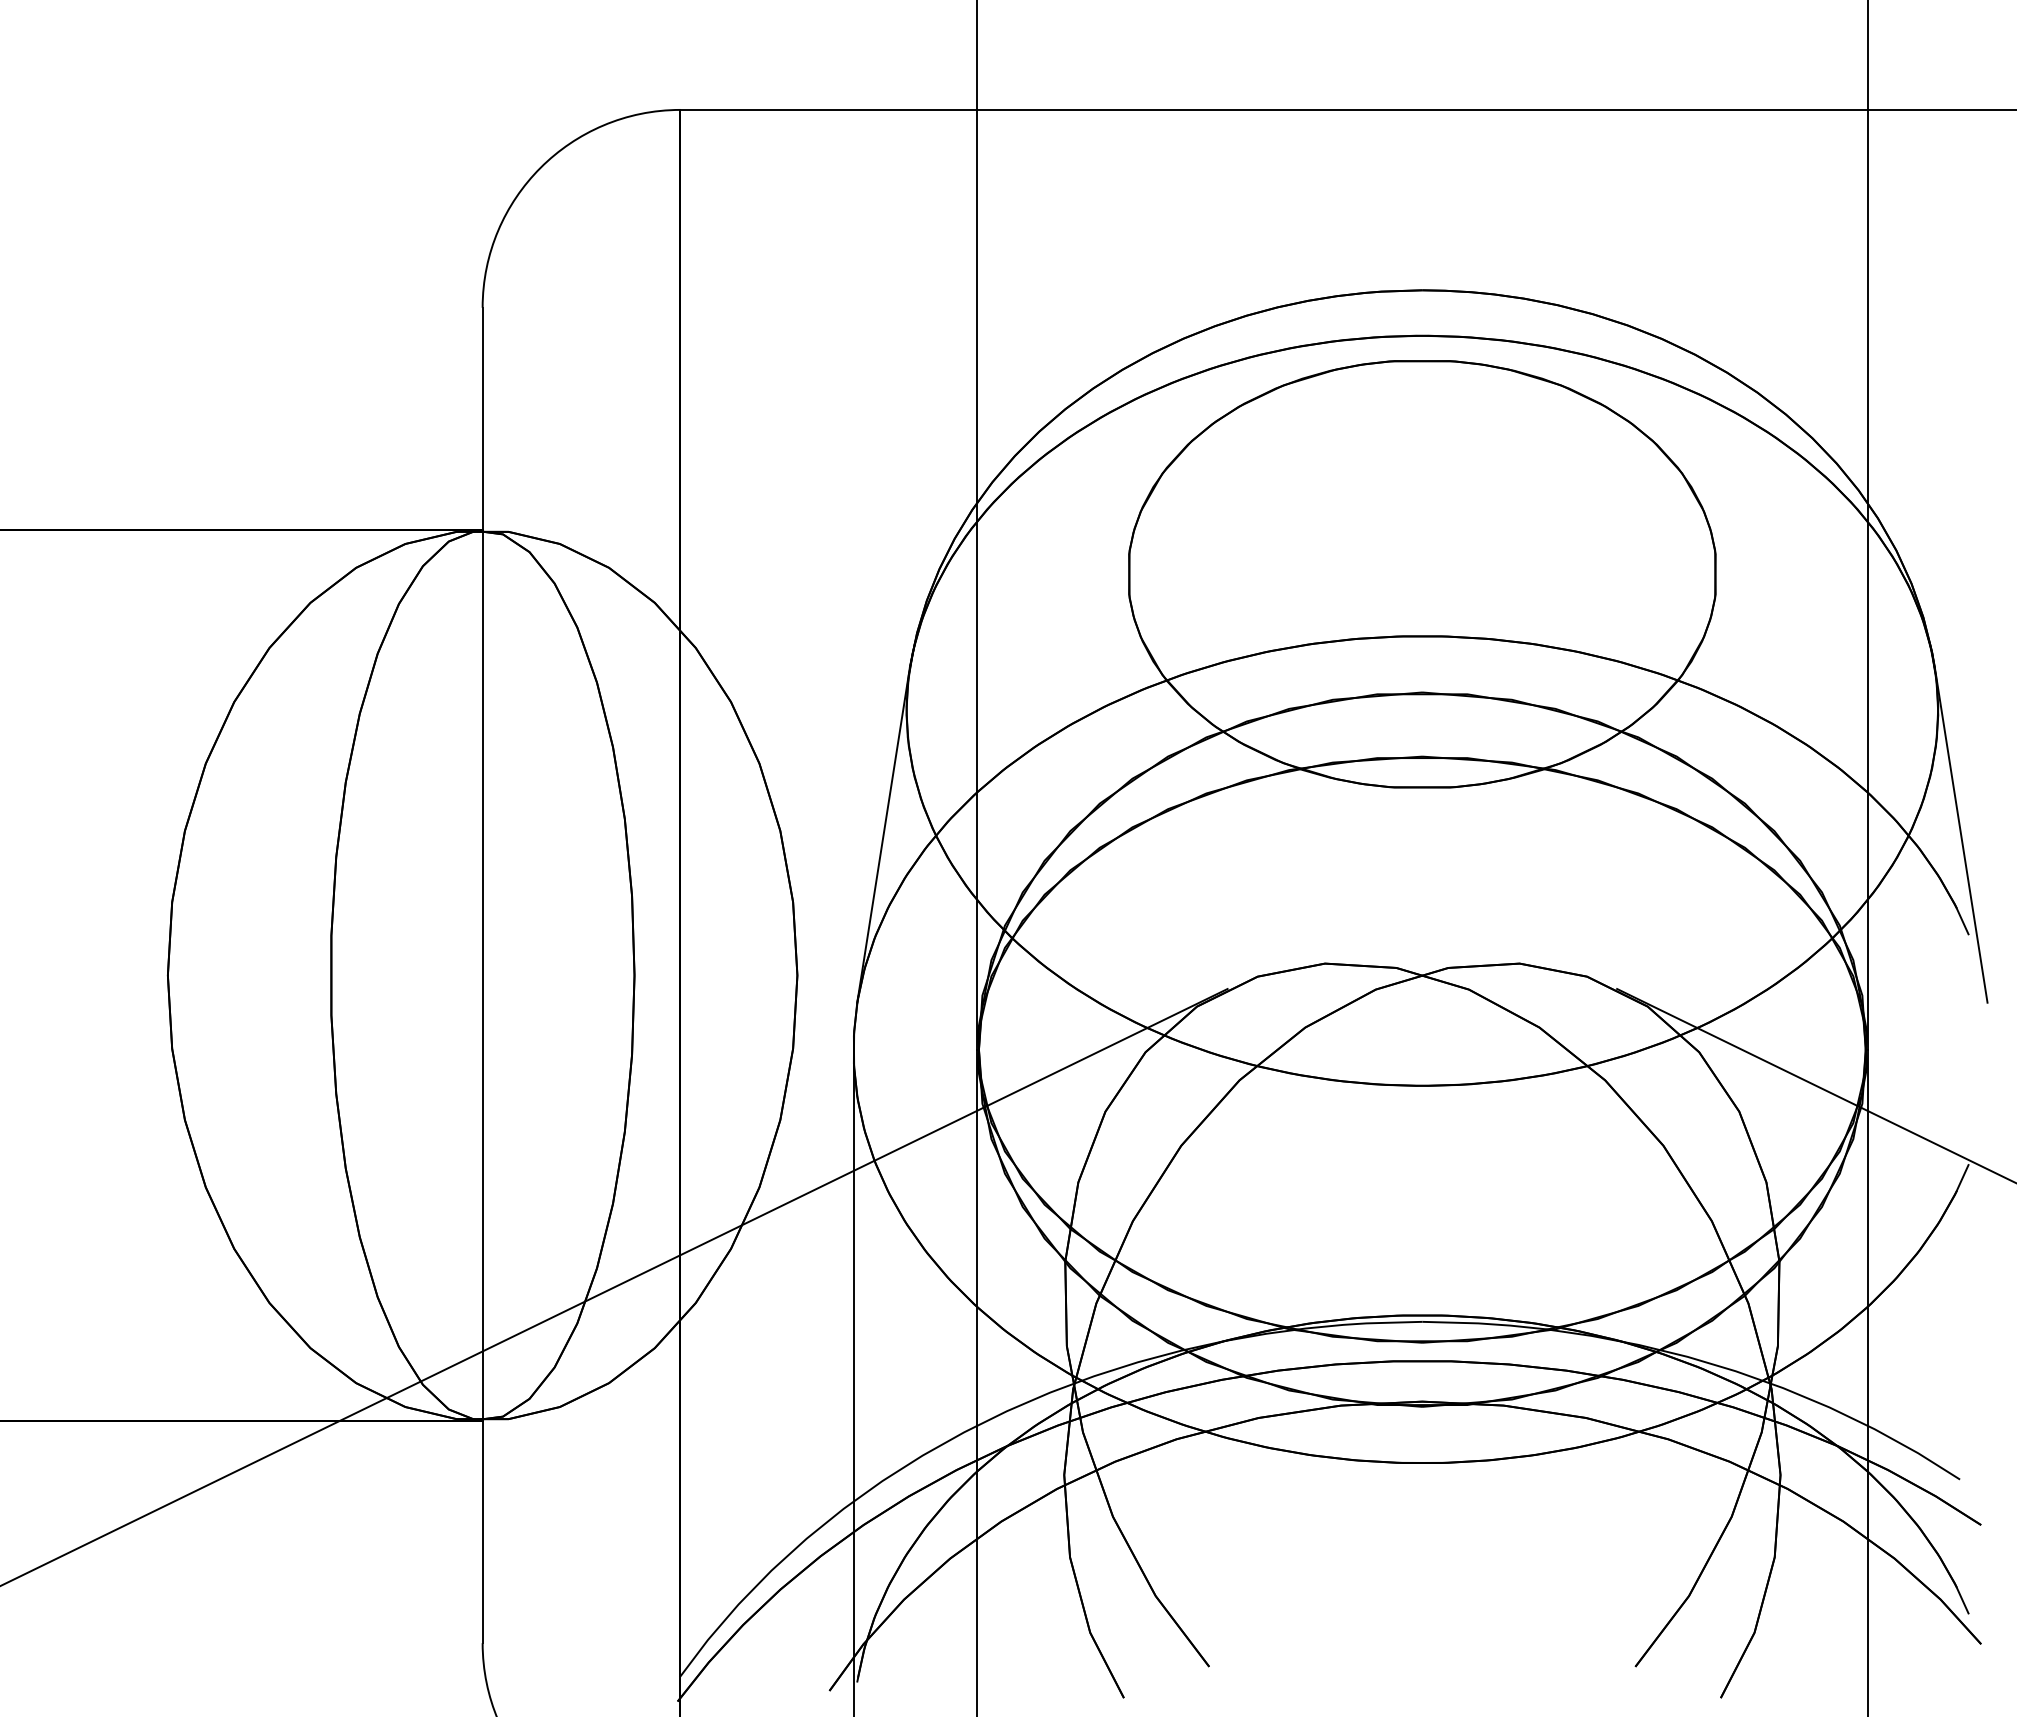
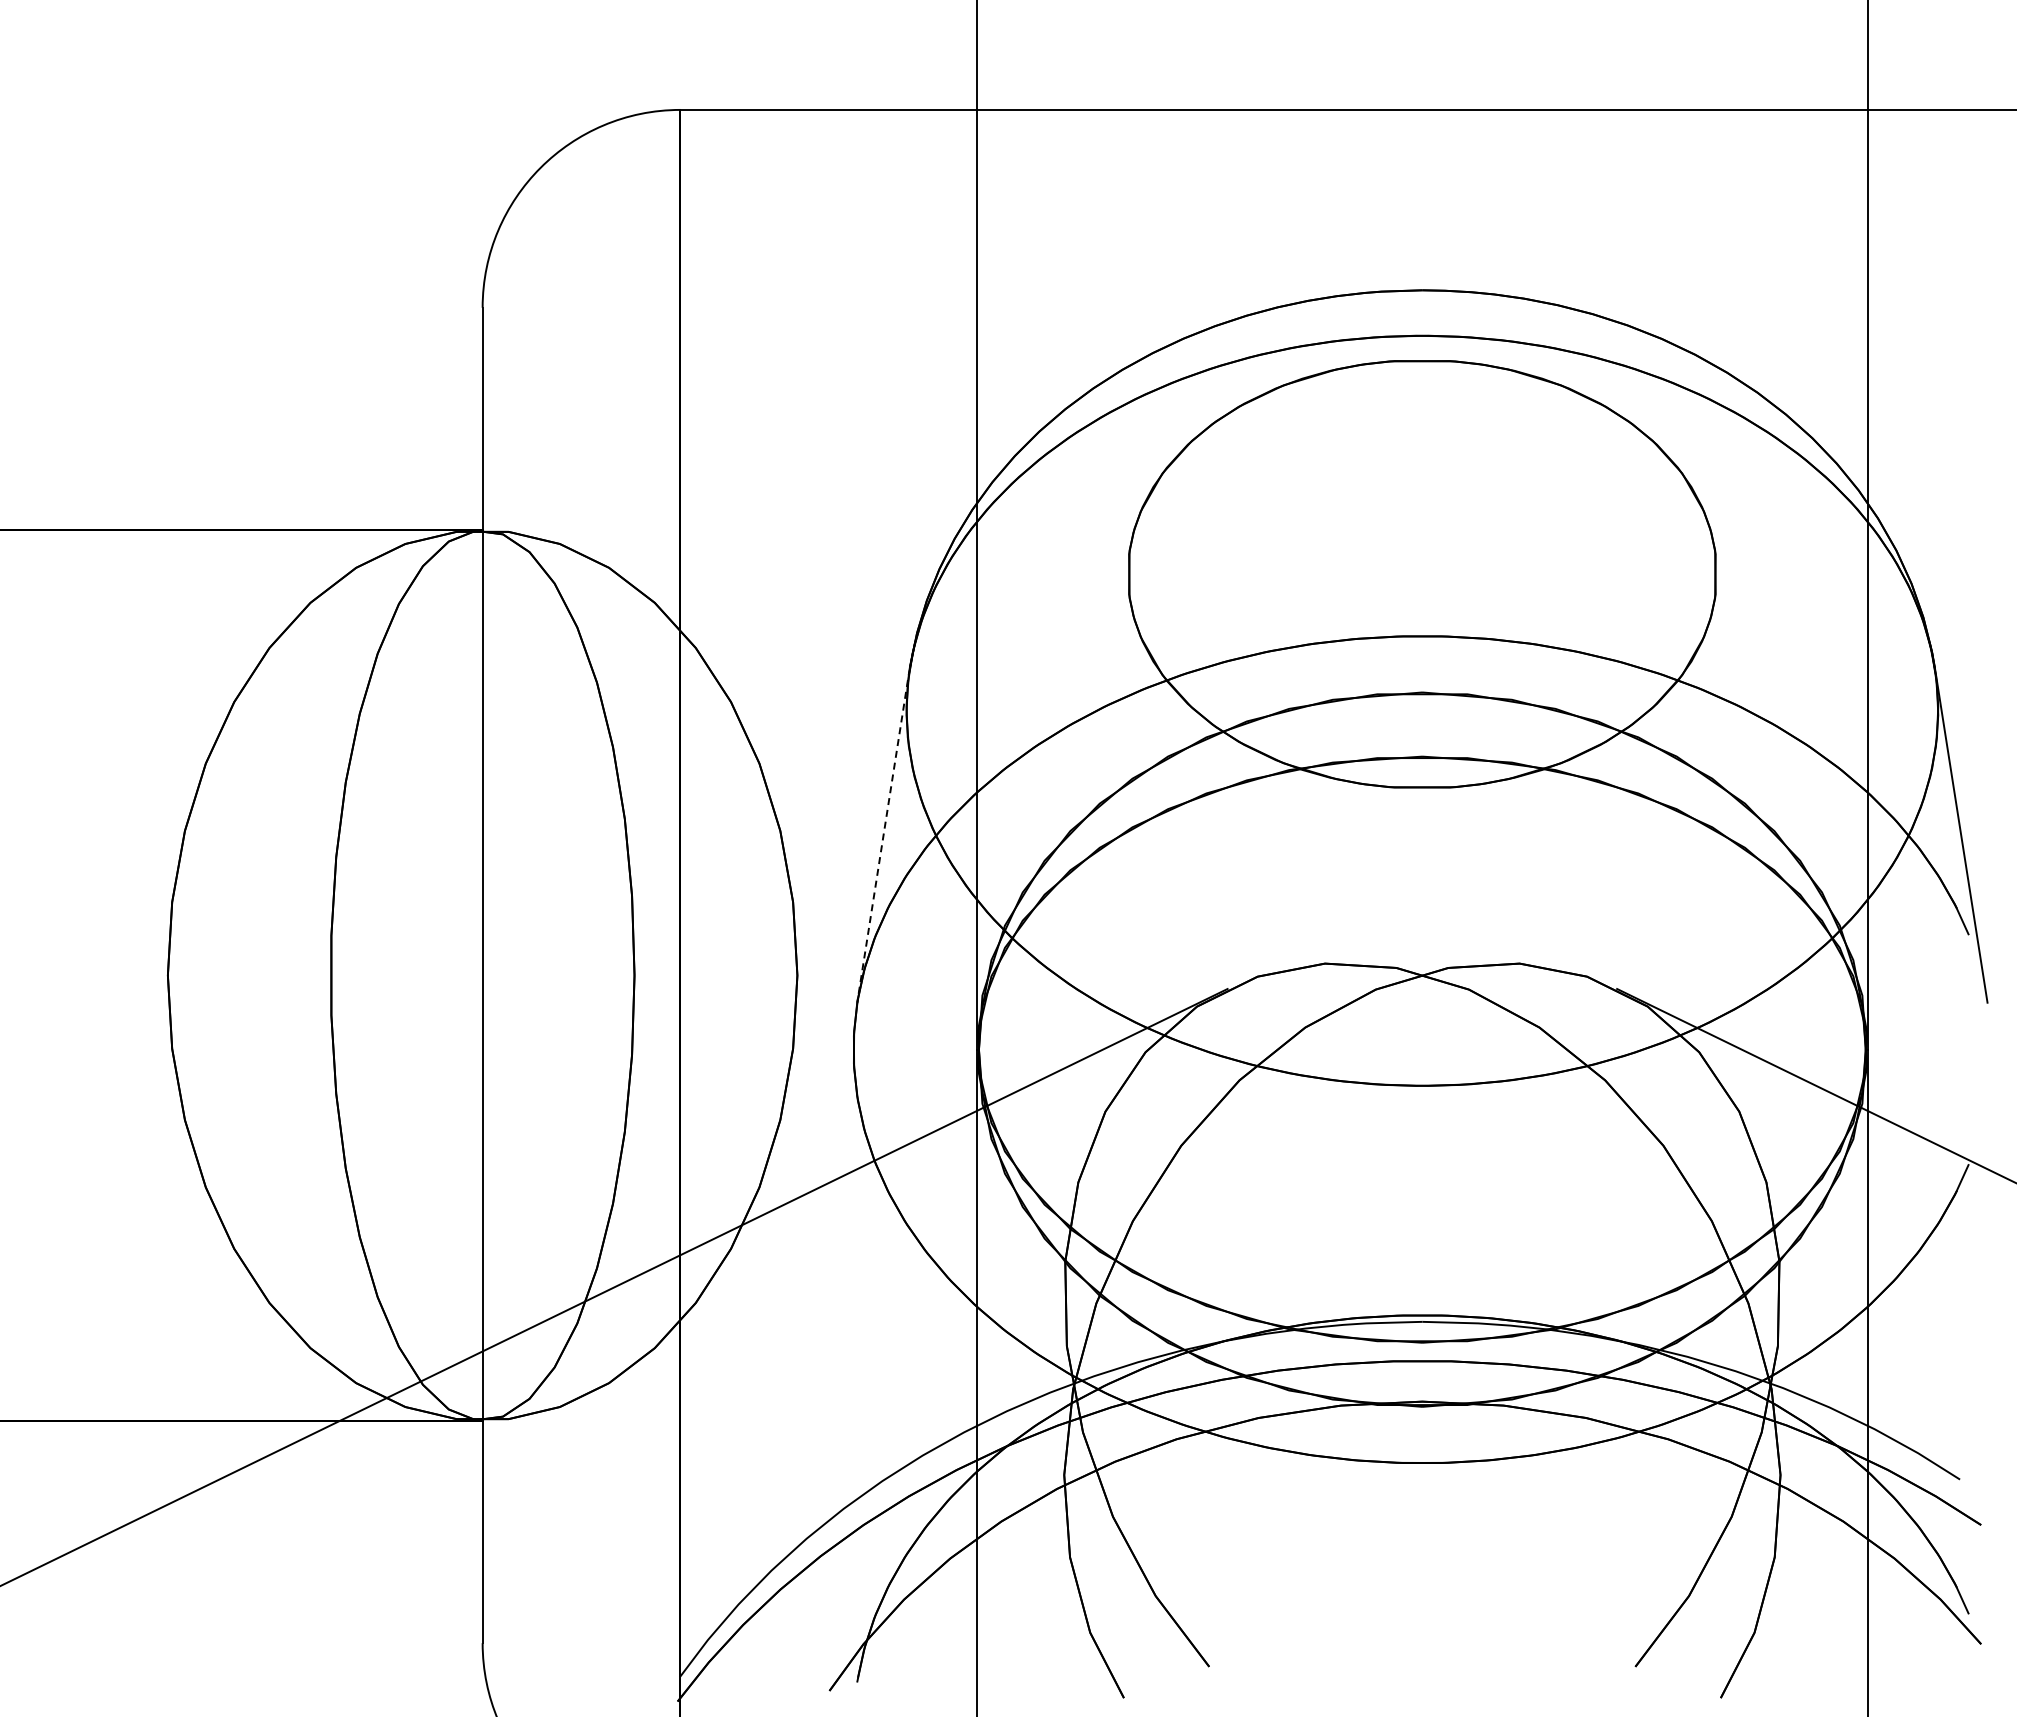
line at (883, 836): solid -> dashed
line at (853, 1381): present -> none
